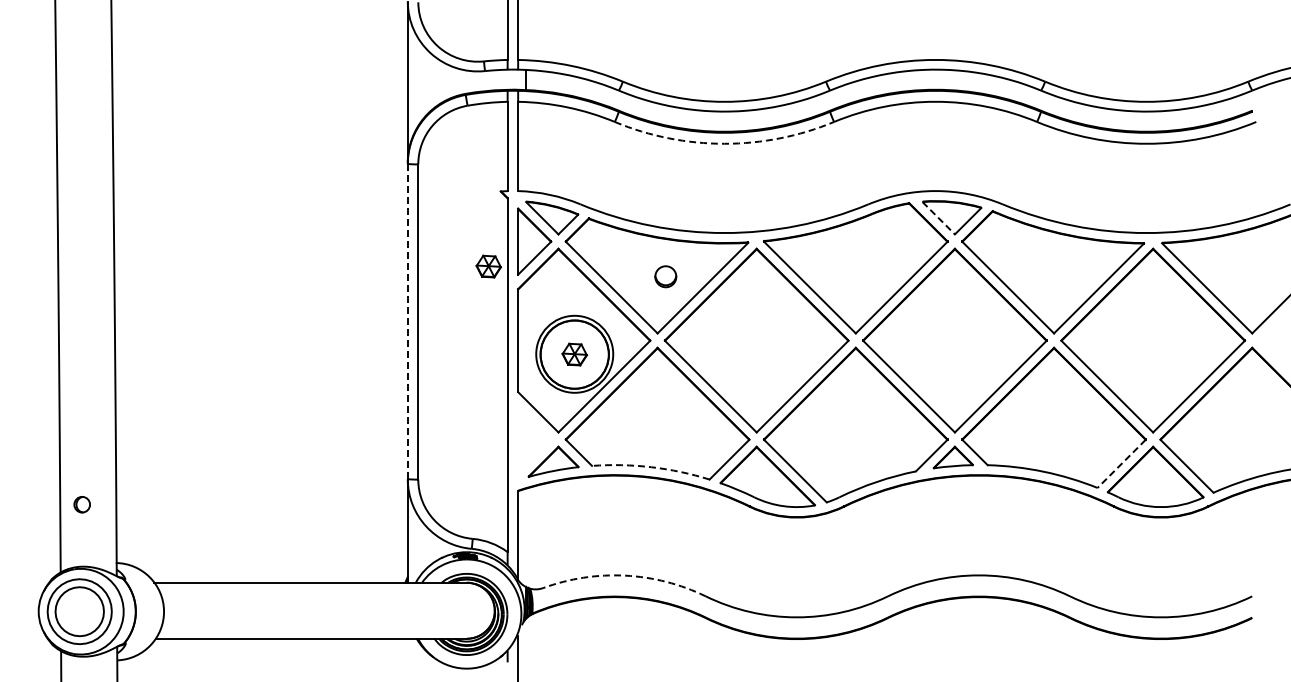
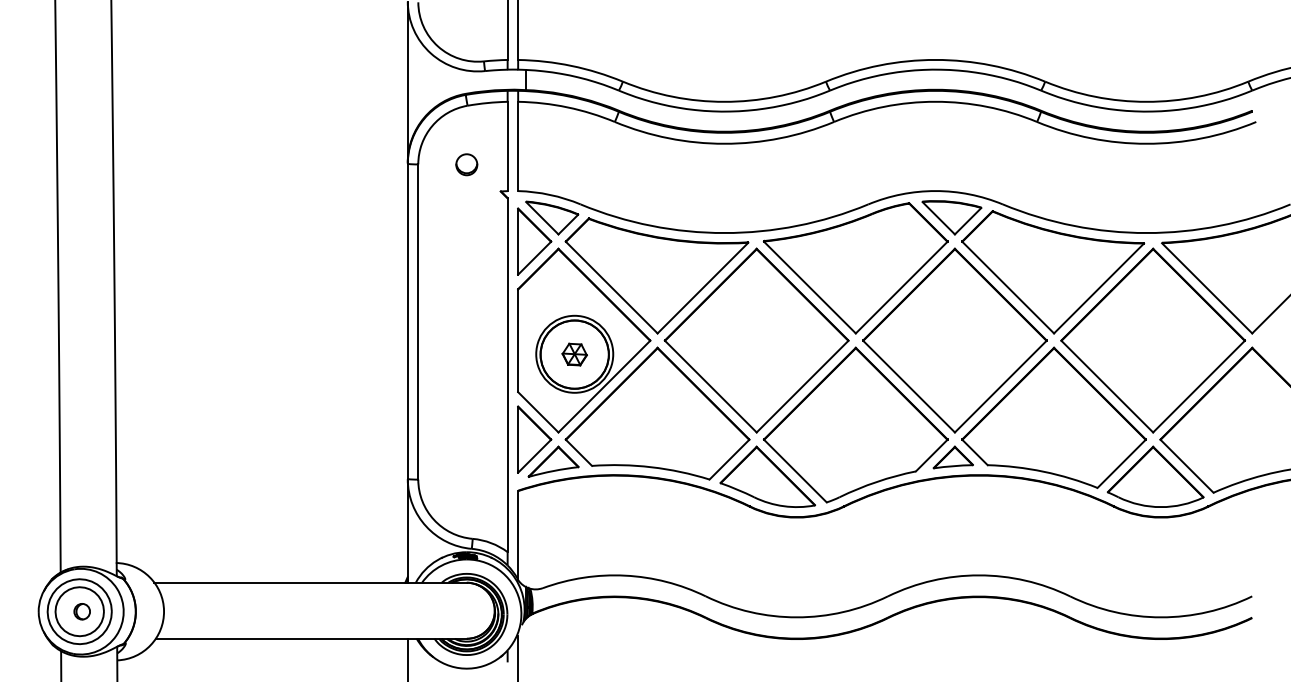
arc at (724, 143): dashed -> solid
line at (938, 218): dashed -> solid
part at (488, 266): present -> none
part at (665, 276) position: (665, 276) -> (466, 164)
line at (407, 321): dashed -> solid
part at (534, 439): none -> present
line at (1121, 464): dashed -> solid
arc at (651, 467): dashed -> solid
part at (81, 504) position: (81, 504) -> (81, 611)
arc at (625, 575): dashed -> solid
line at (407, 658): none -> present
